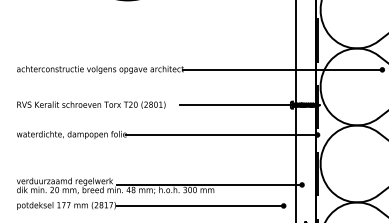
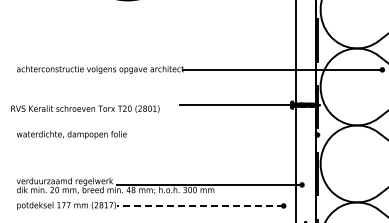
text at (91, 104) position: (91, 104) -> (85, 108)
line at (221, 135): present -> none
line at (199, 205): solid -> dashed
